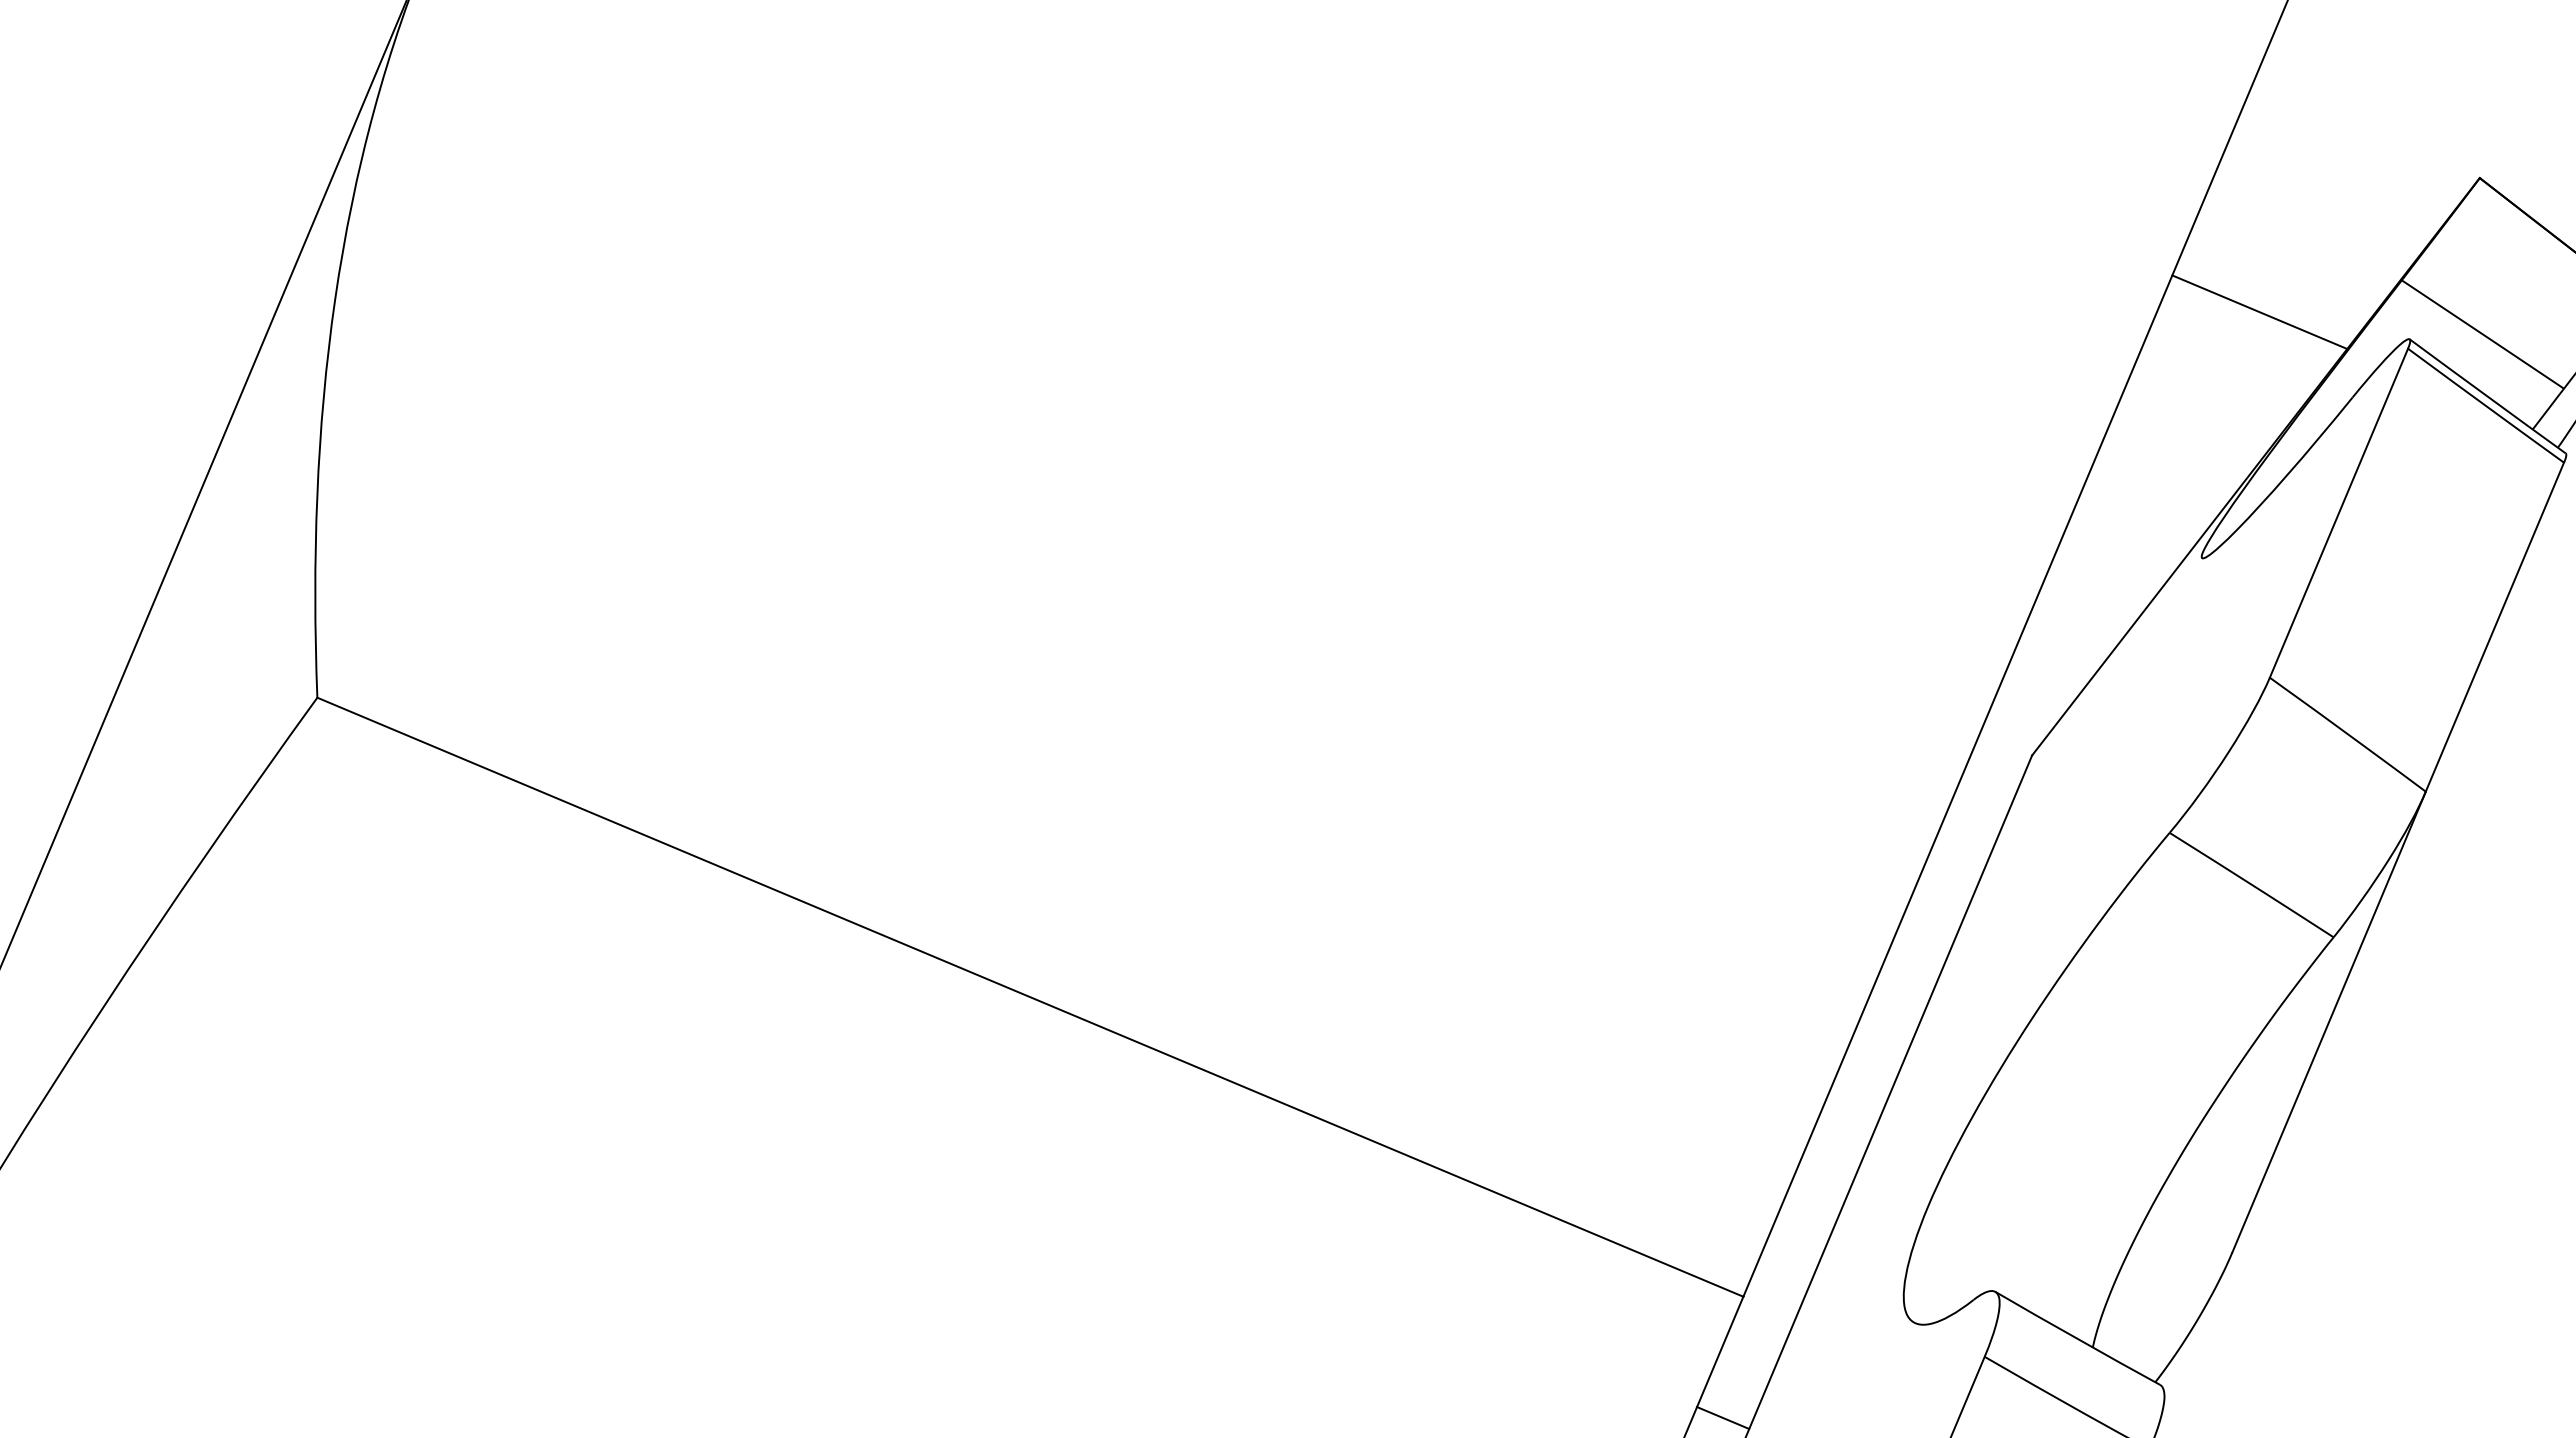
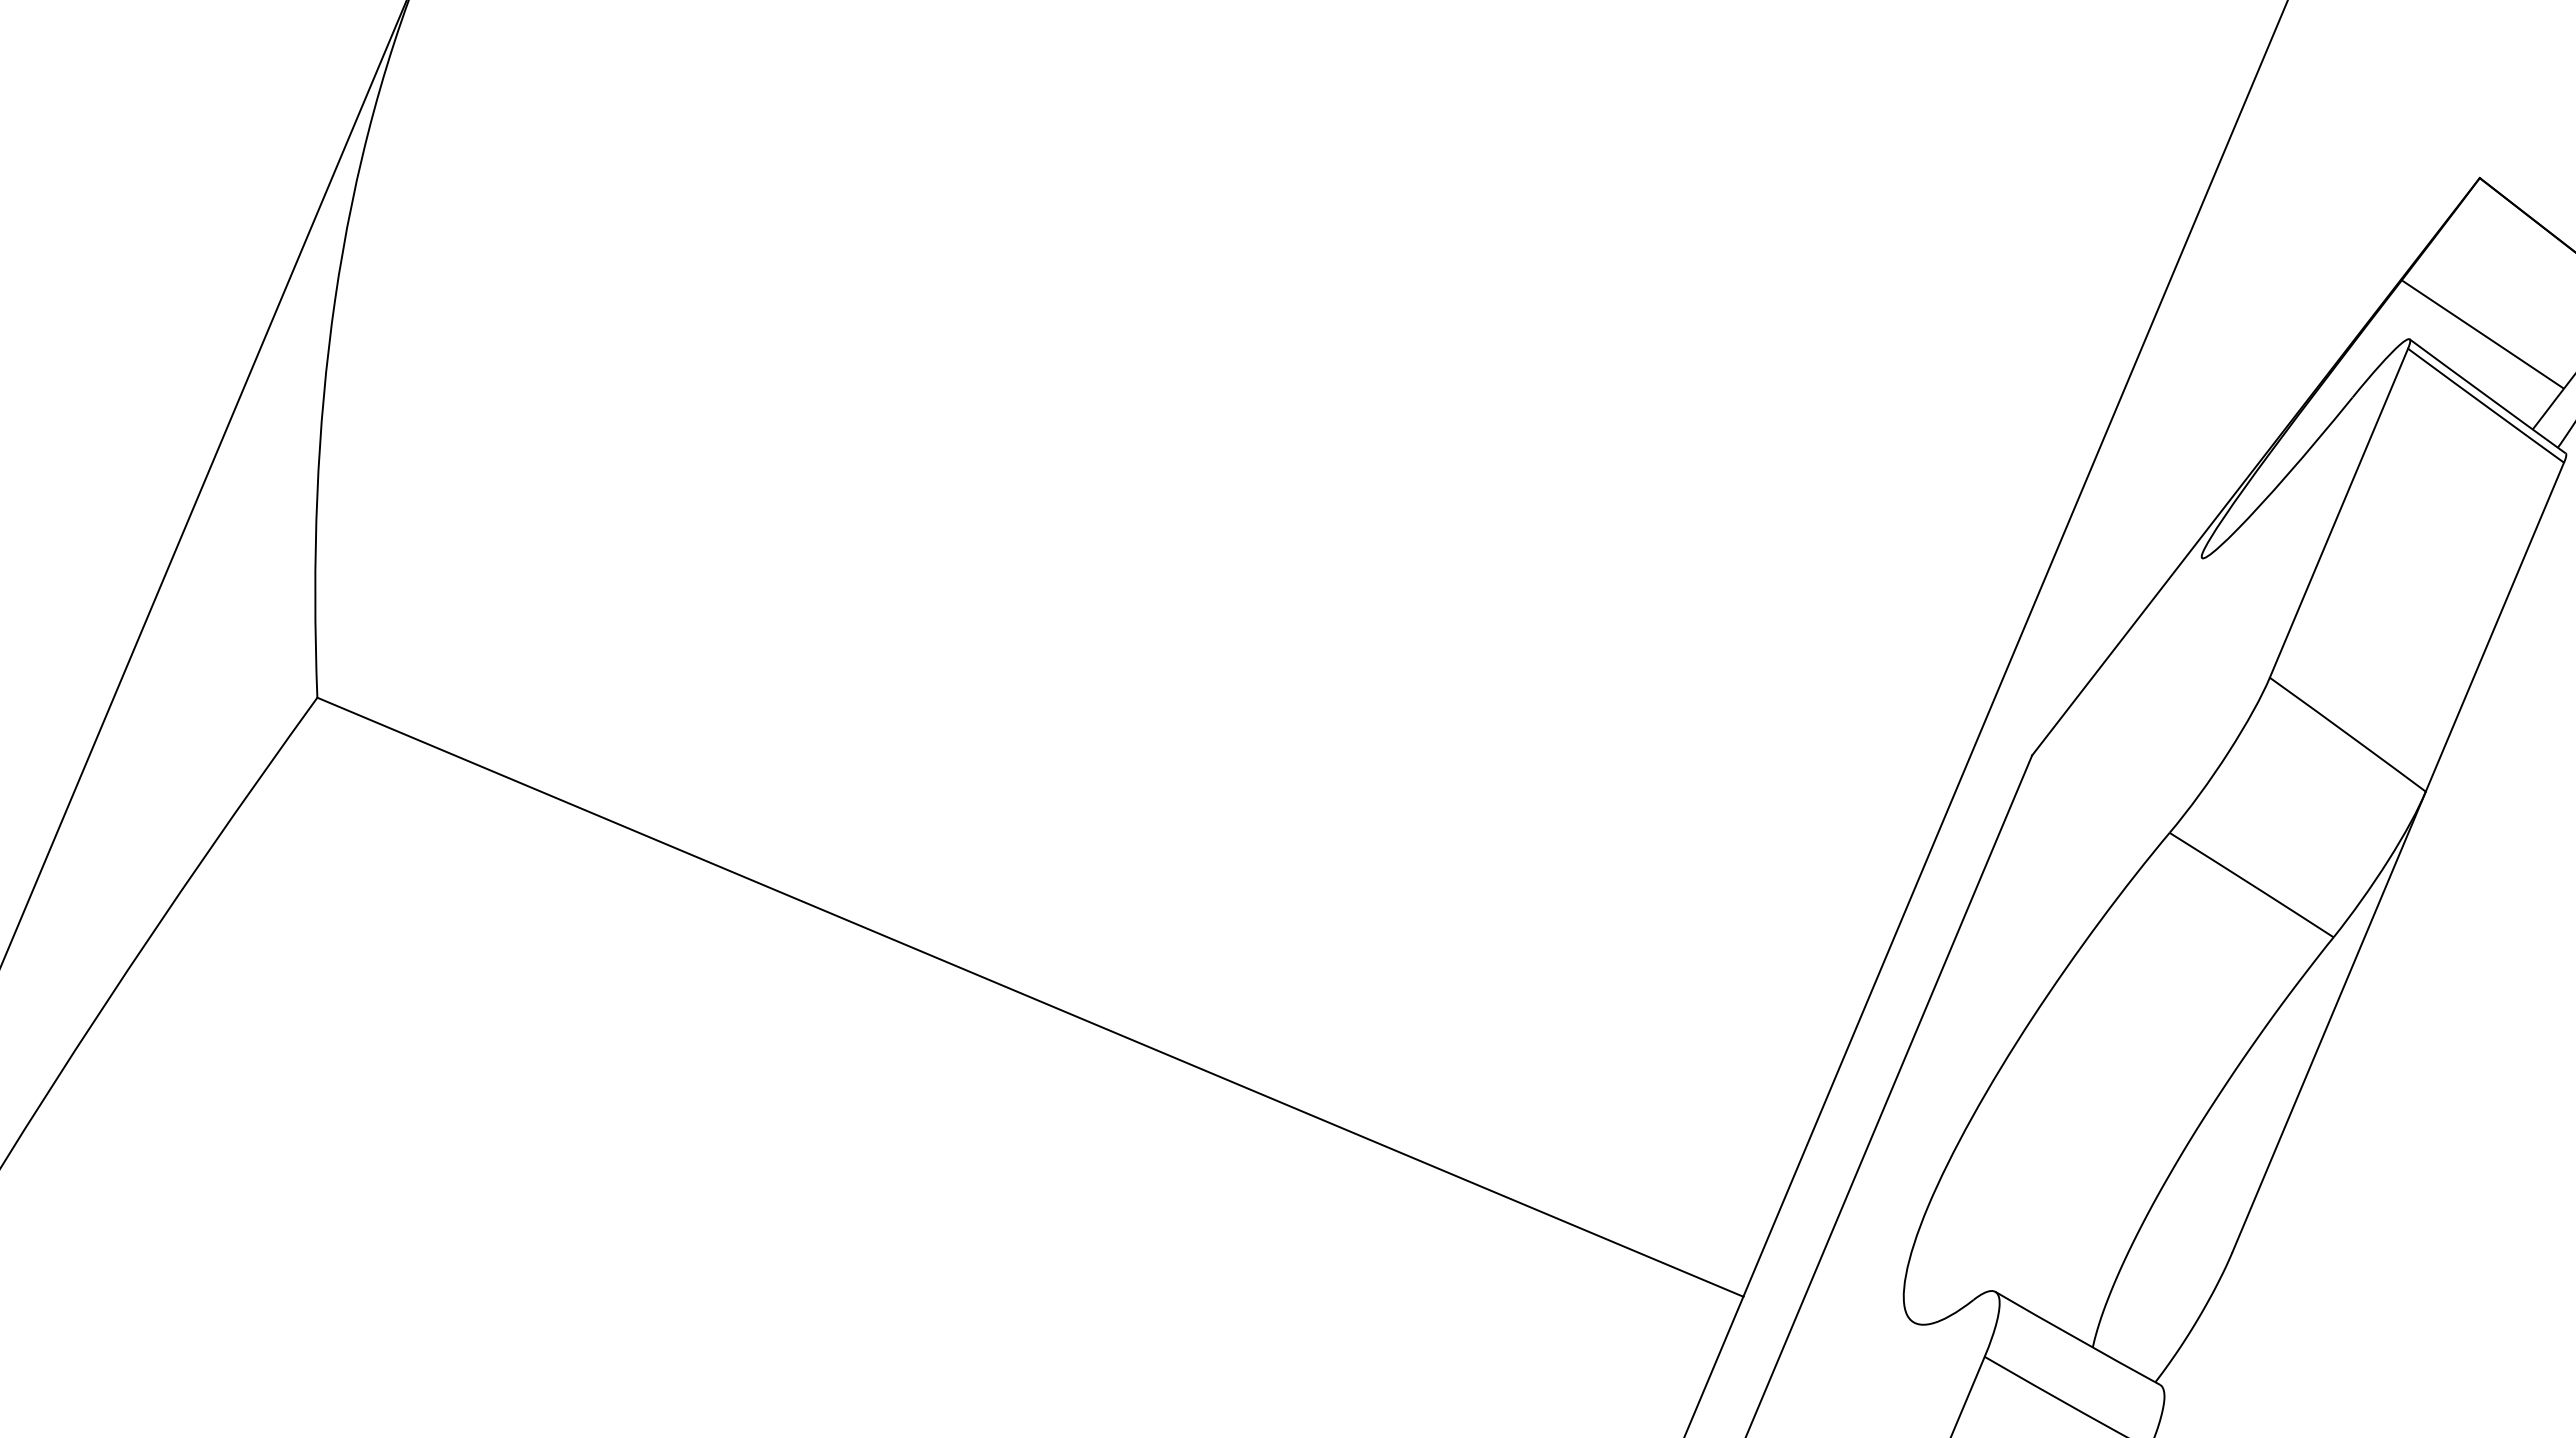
line at (2259, 312): present -> none
line at (1723, 1417): present -> none
